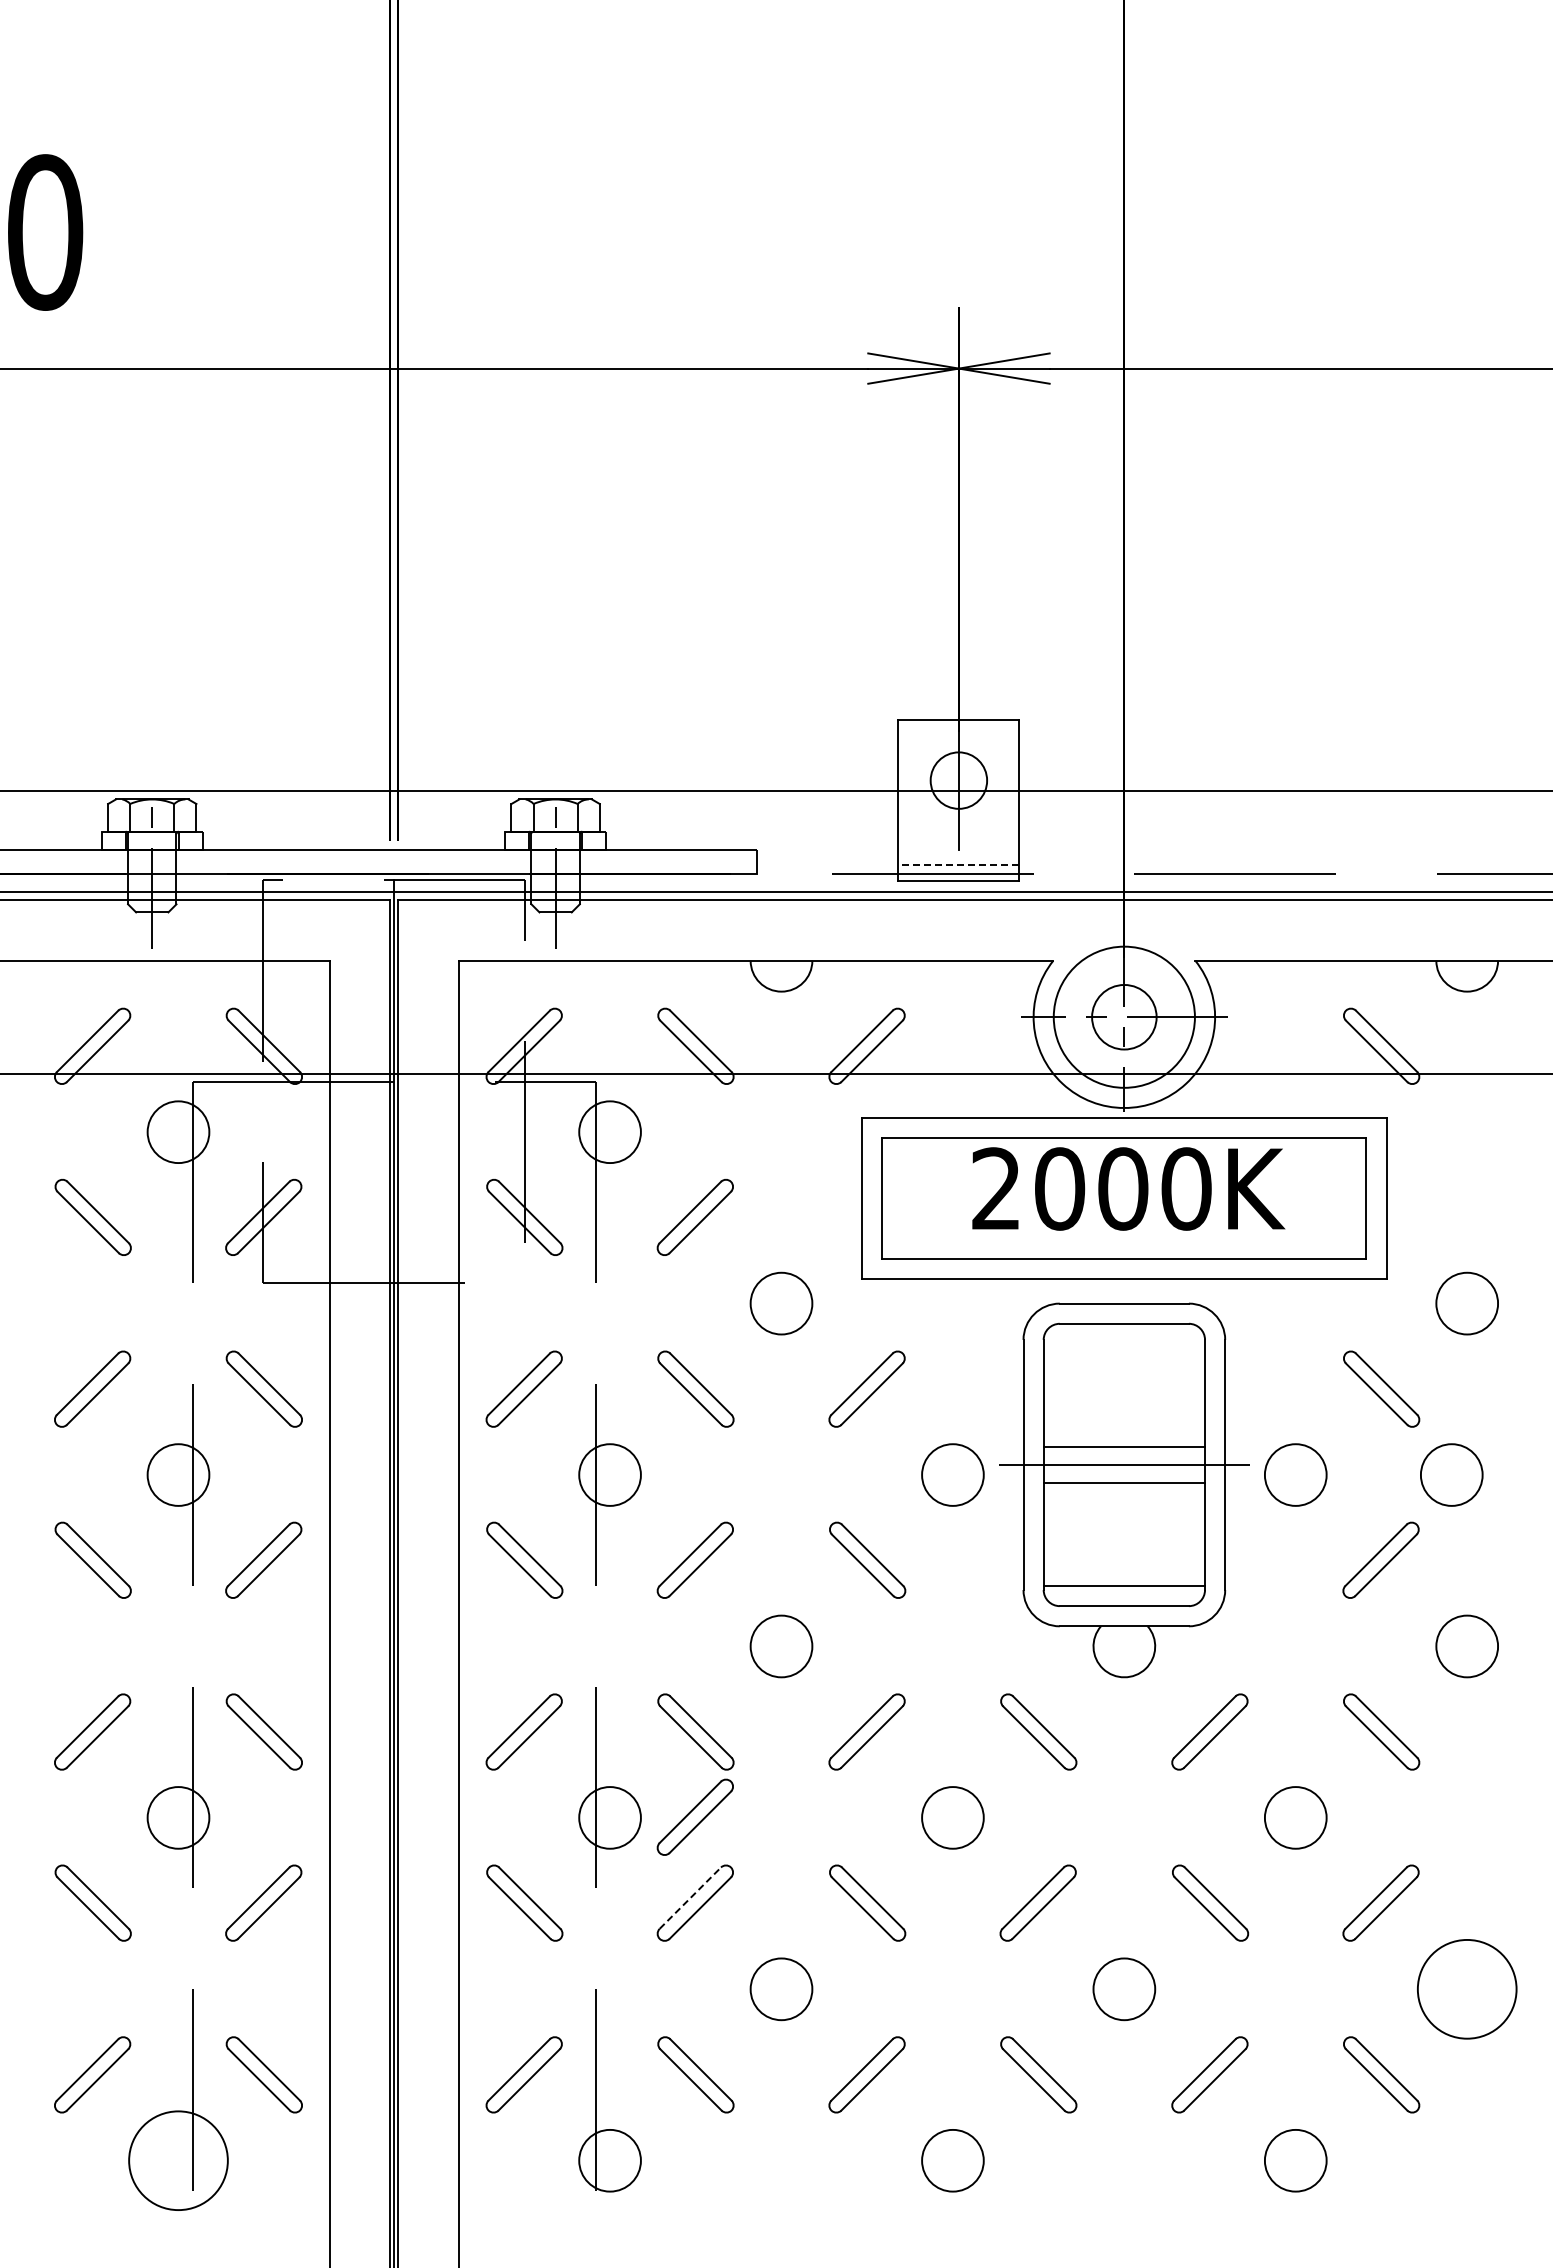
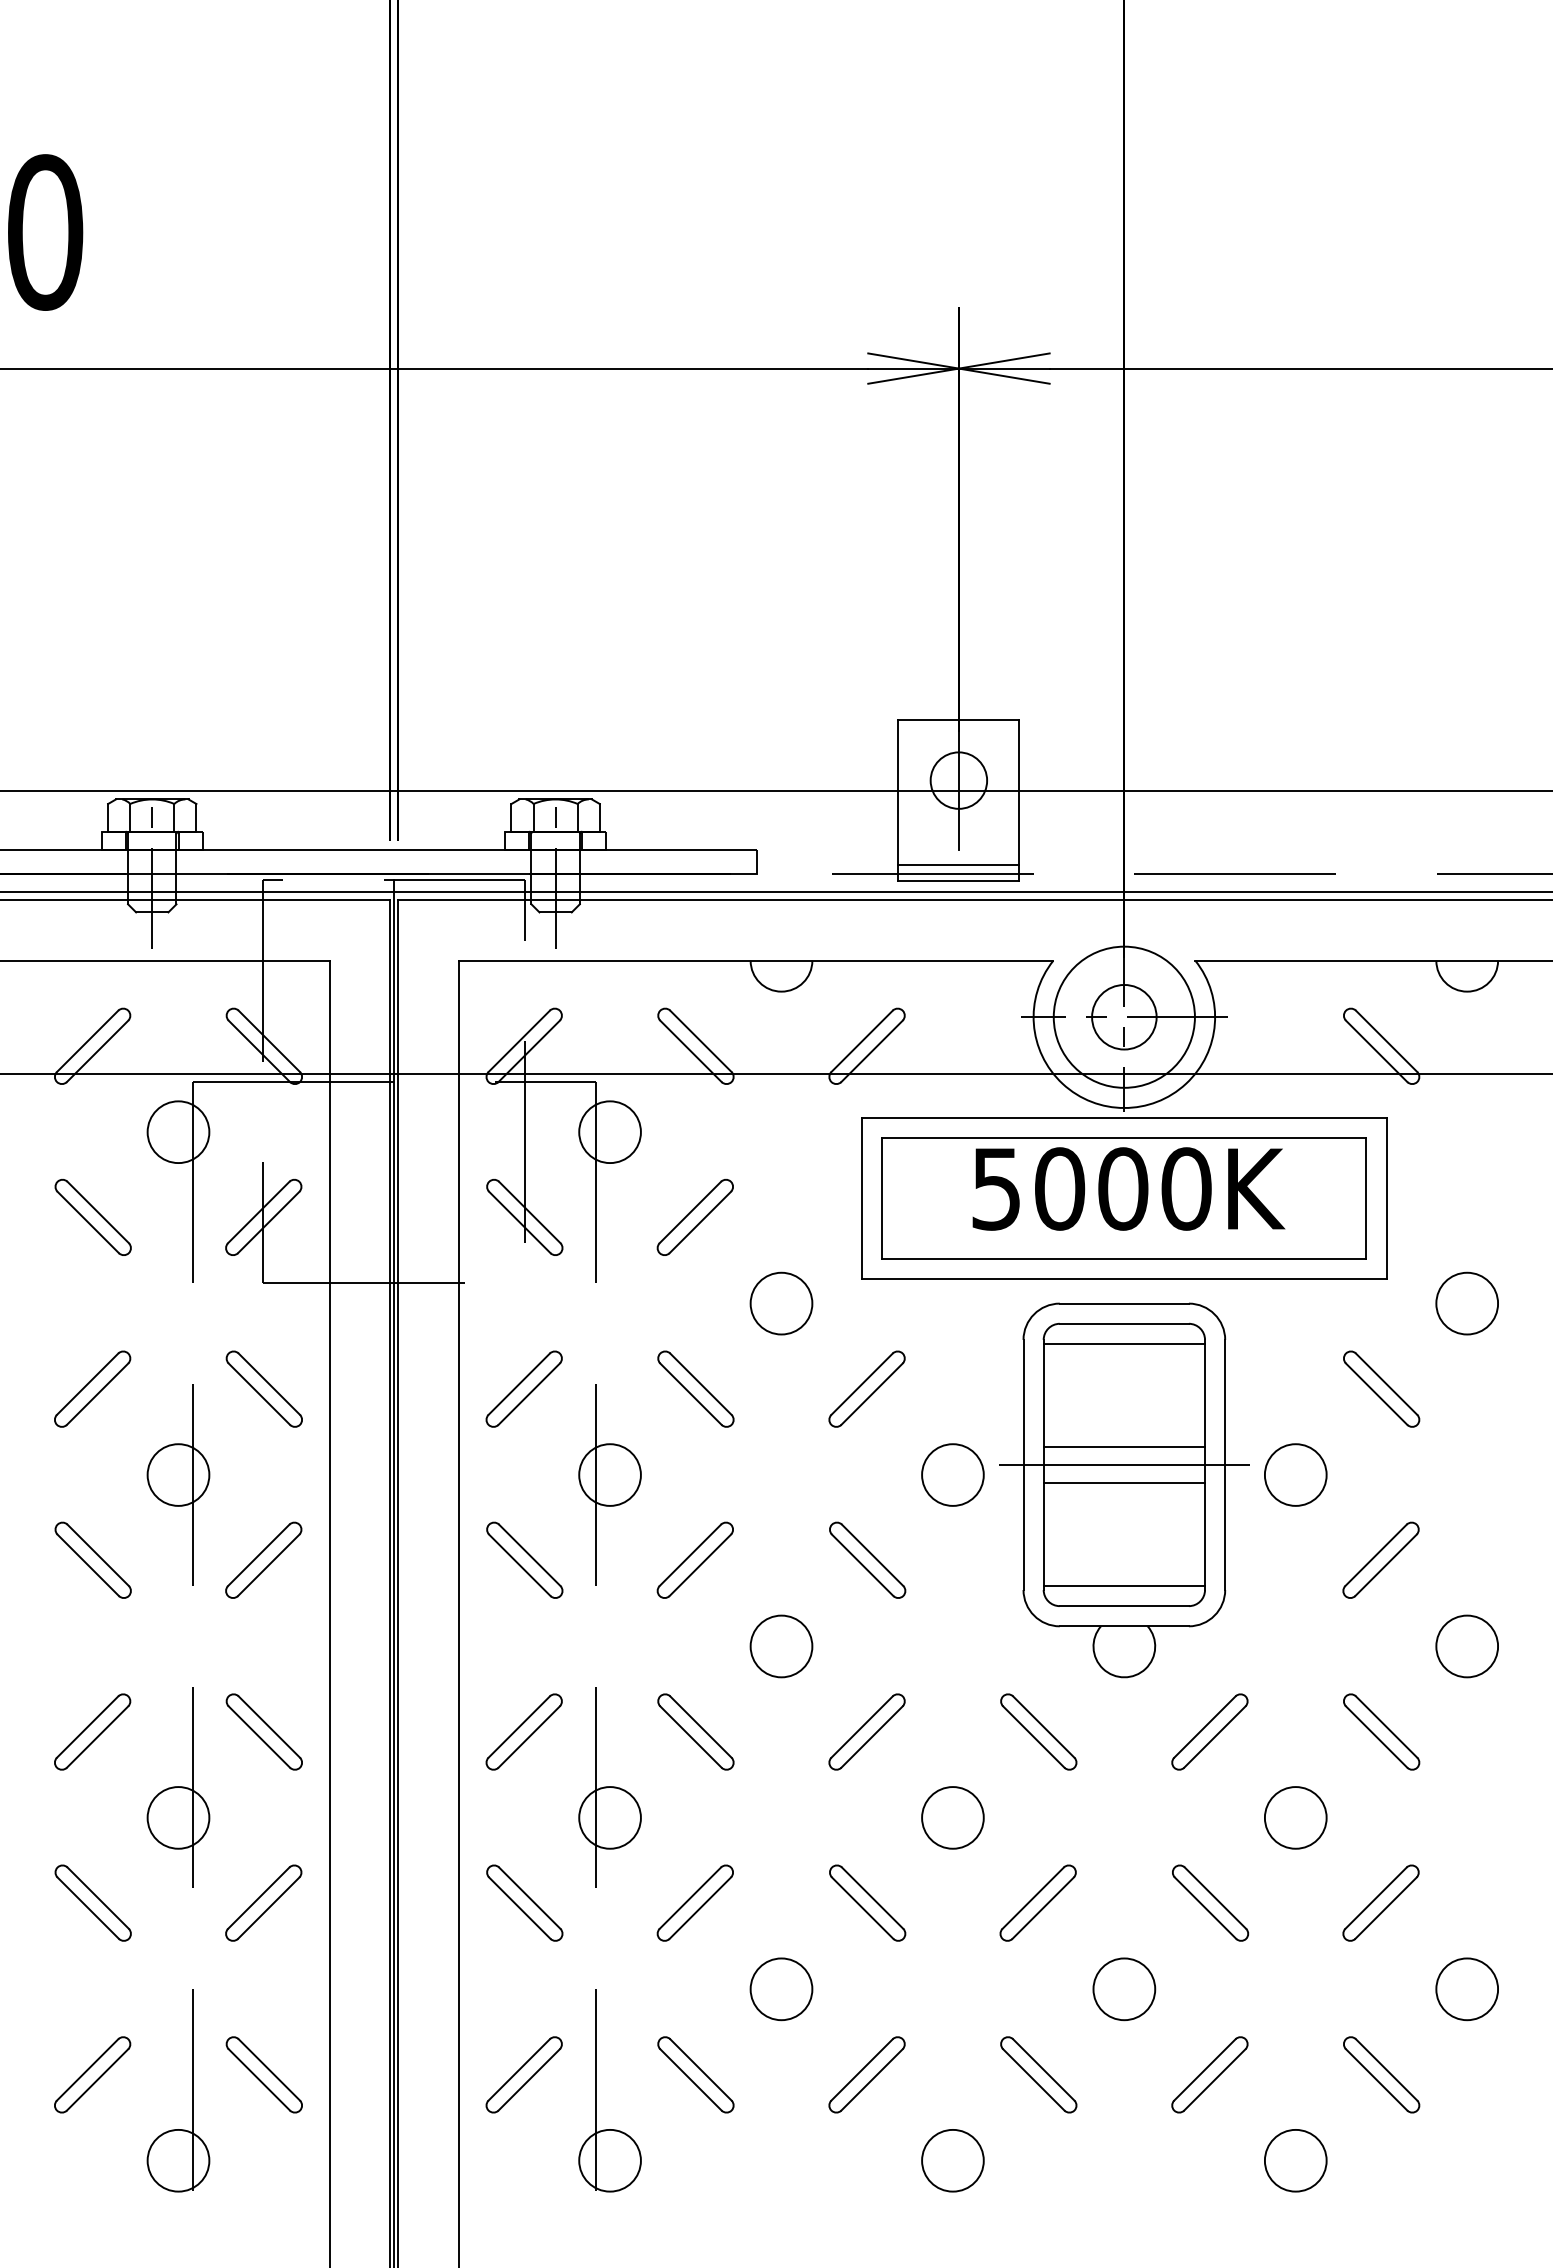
line at (958, 865): dashed -> solid
text at (995, 1188): 2000K -> 5000K
line at (1124, 1343): none -> present
circle at (1451, 1474): present -> none
part at (694, 1816): present -> none
line at (690, 1897): dashed -> solid
circle at (1466, 1988) diameter: 99 px -> 62 px
circle at (178, 2160) diameter: 99 px -> 62 px
